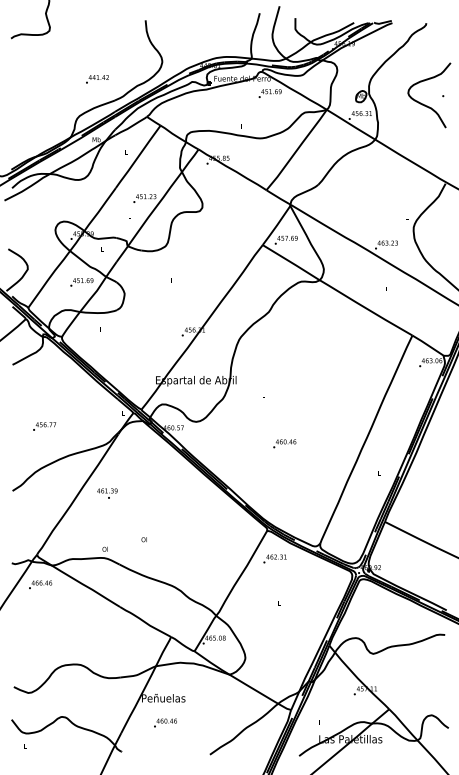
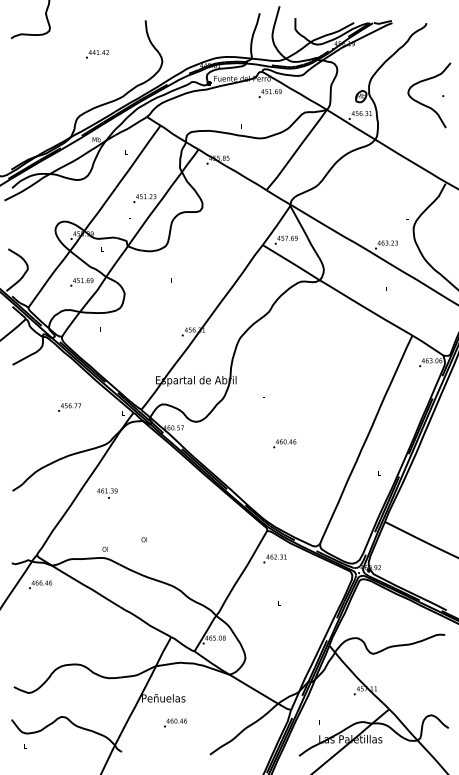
text at (97, 79) position: (97, 79) -> (97, 54)
text at (44, 426) position: (44, 426) -> (69, 407)
text at (165, 722) position: (165, 722) -> (175, 722)
